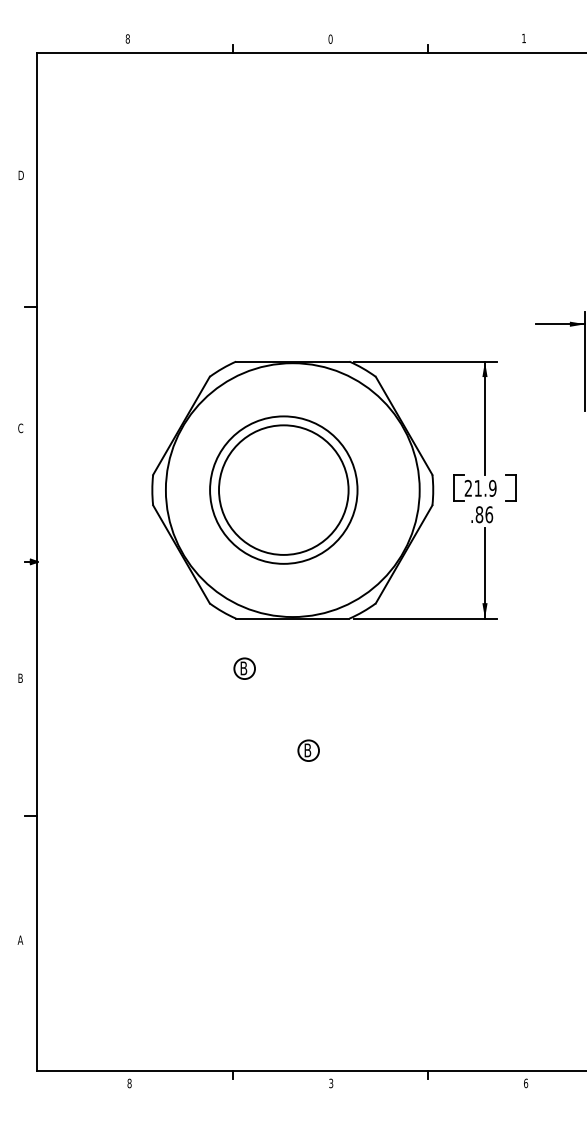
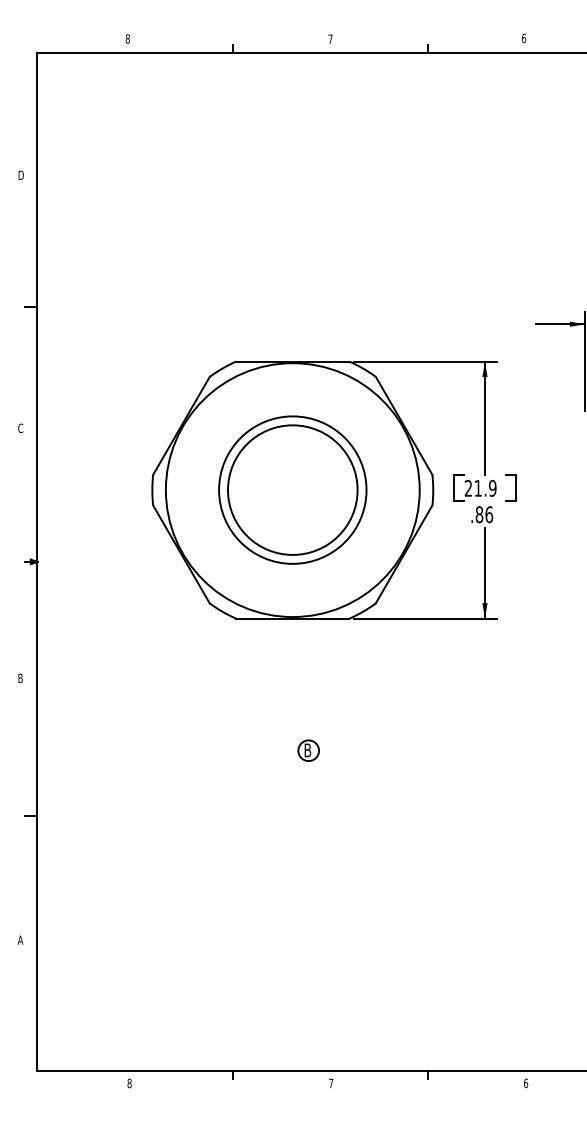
text at (330, 38): 0 -> 7
text at (524, 38): 1 -> 6
part at (283, 489) position: (283, 489) -> (292, 489)
part at (244, 668): present -> none
text at (331, 1083): 3 -> 7
